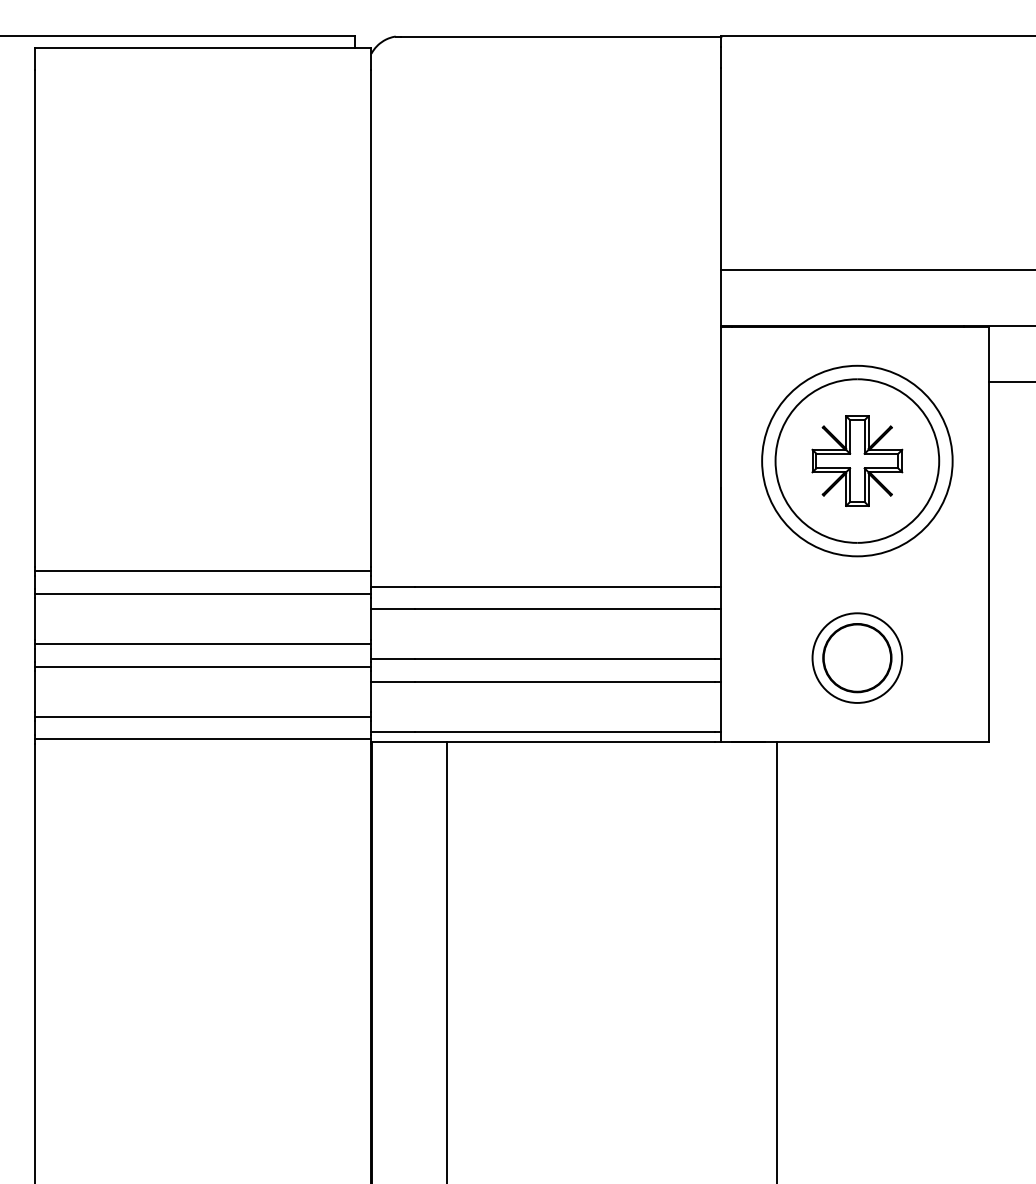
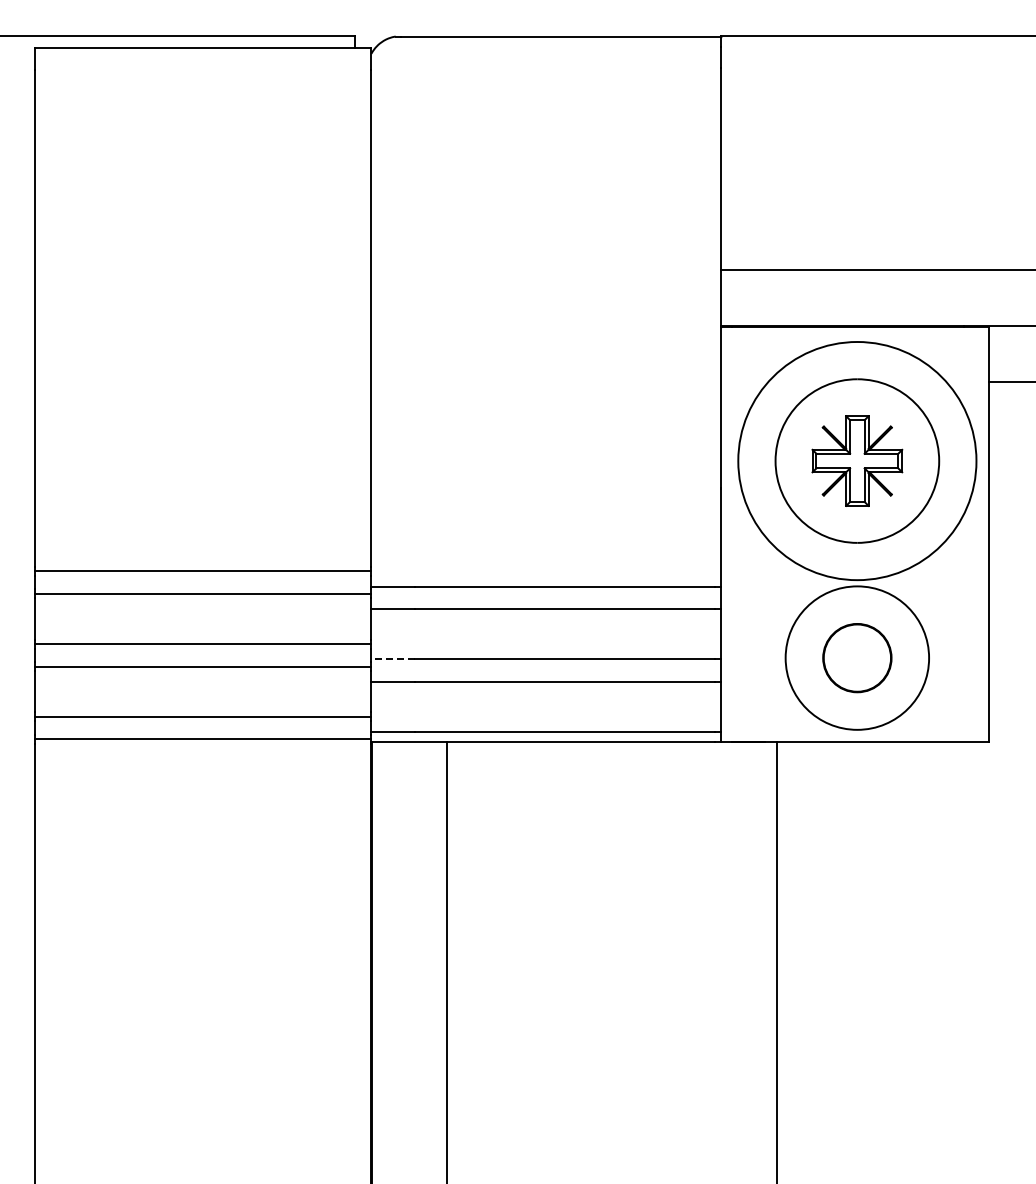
circle at (857, 460) diameter: 191 px -> 238 px
circle at (857, 657) diameter: 90 px -> 143 px
line at (393, 659): solid -> dashed
